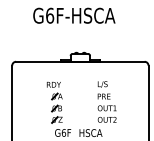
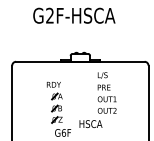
text at (50, 15): G6F-HSCA -> G2F-HSCA
text at (97, 108) position: (97, 108) -> (97, 99)
